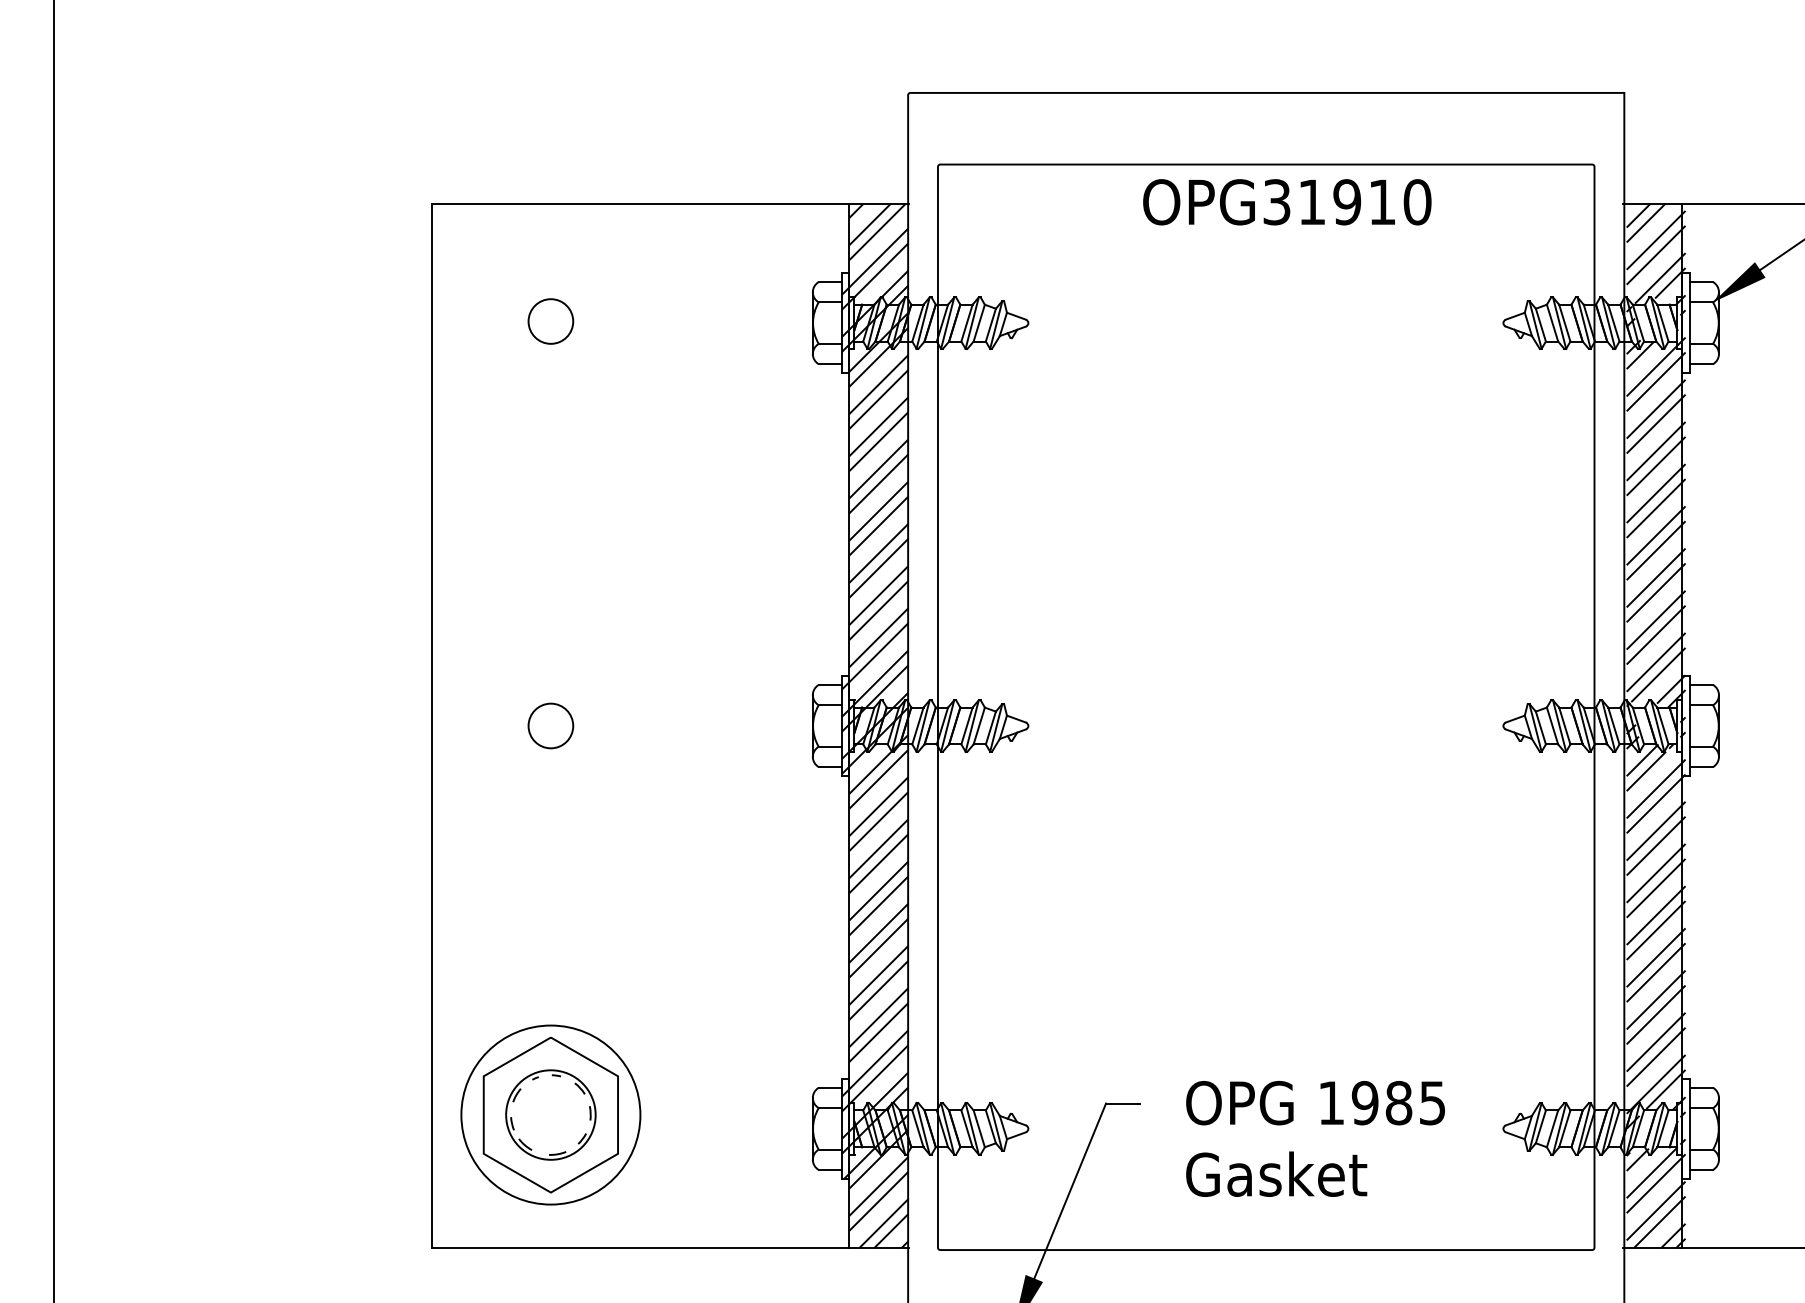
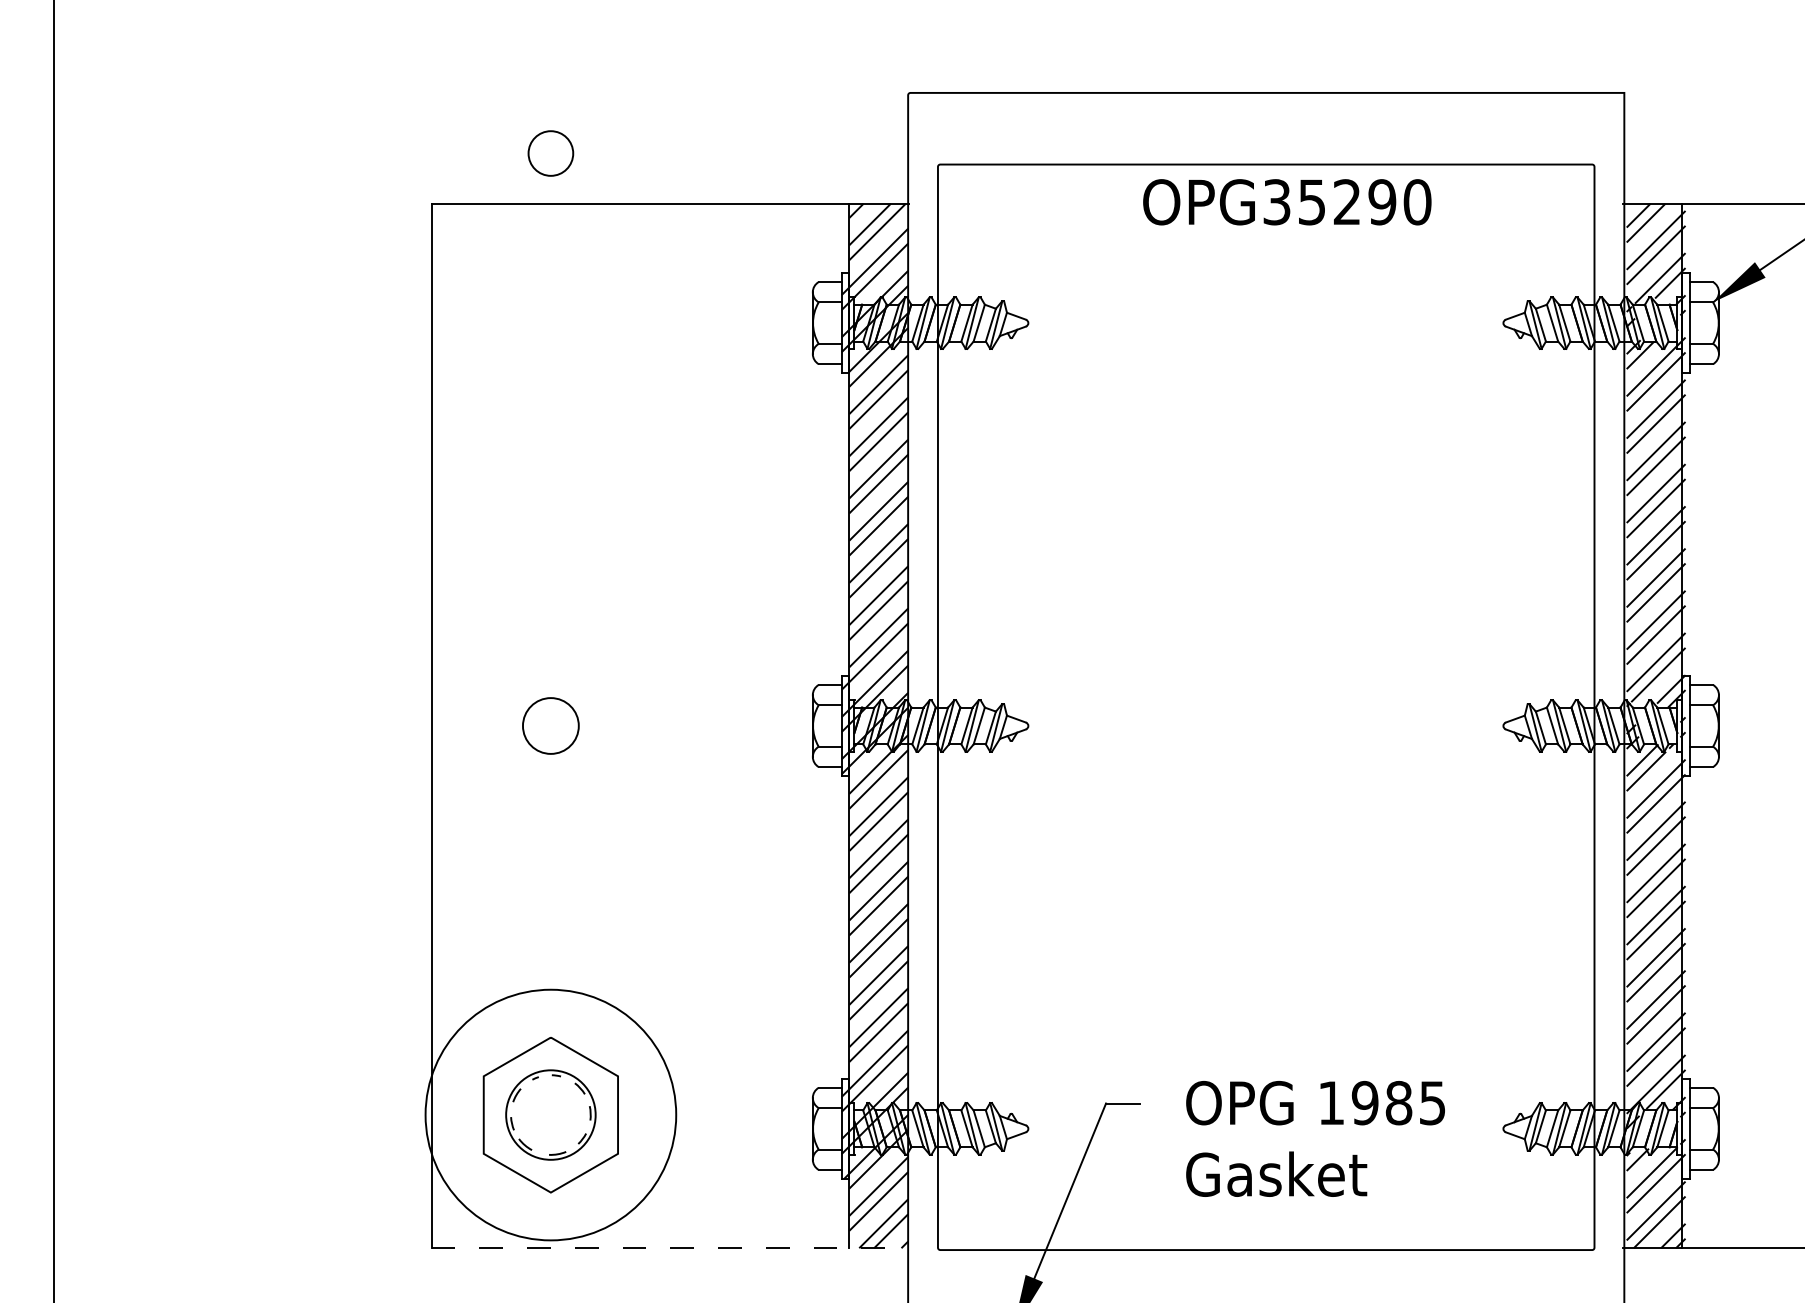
text at (1347, 202): OPG31910 -> OPG35290
circle at (550, 321) position: (550, 321) -> (550, 153)
circle at (550, 725) diameter: 45 px -> 56 px
circle at (550, 1114) diameter: 179 px -> 251 px
line at (670, 1248): solid -> dashed
